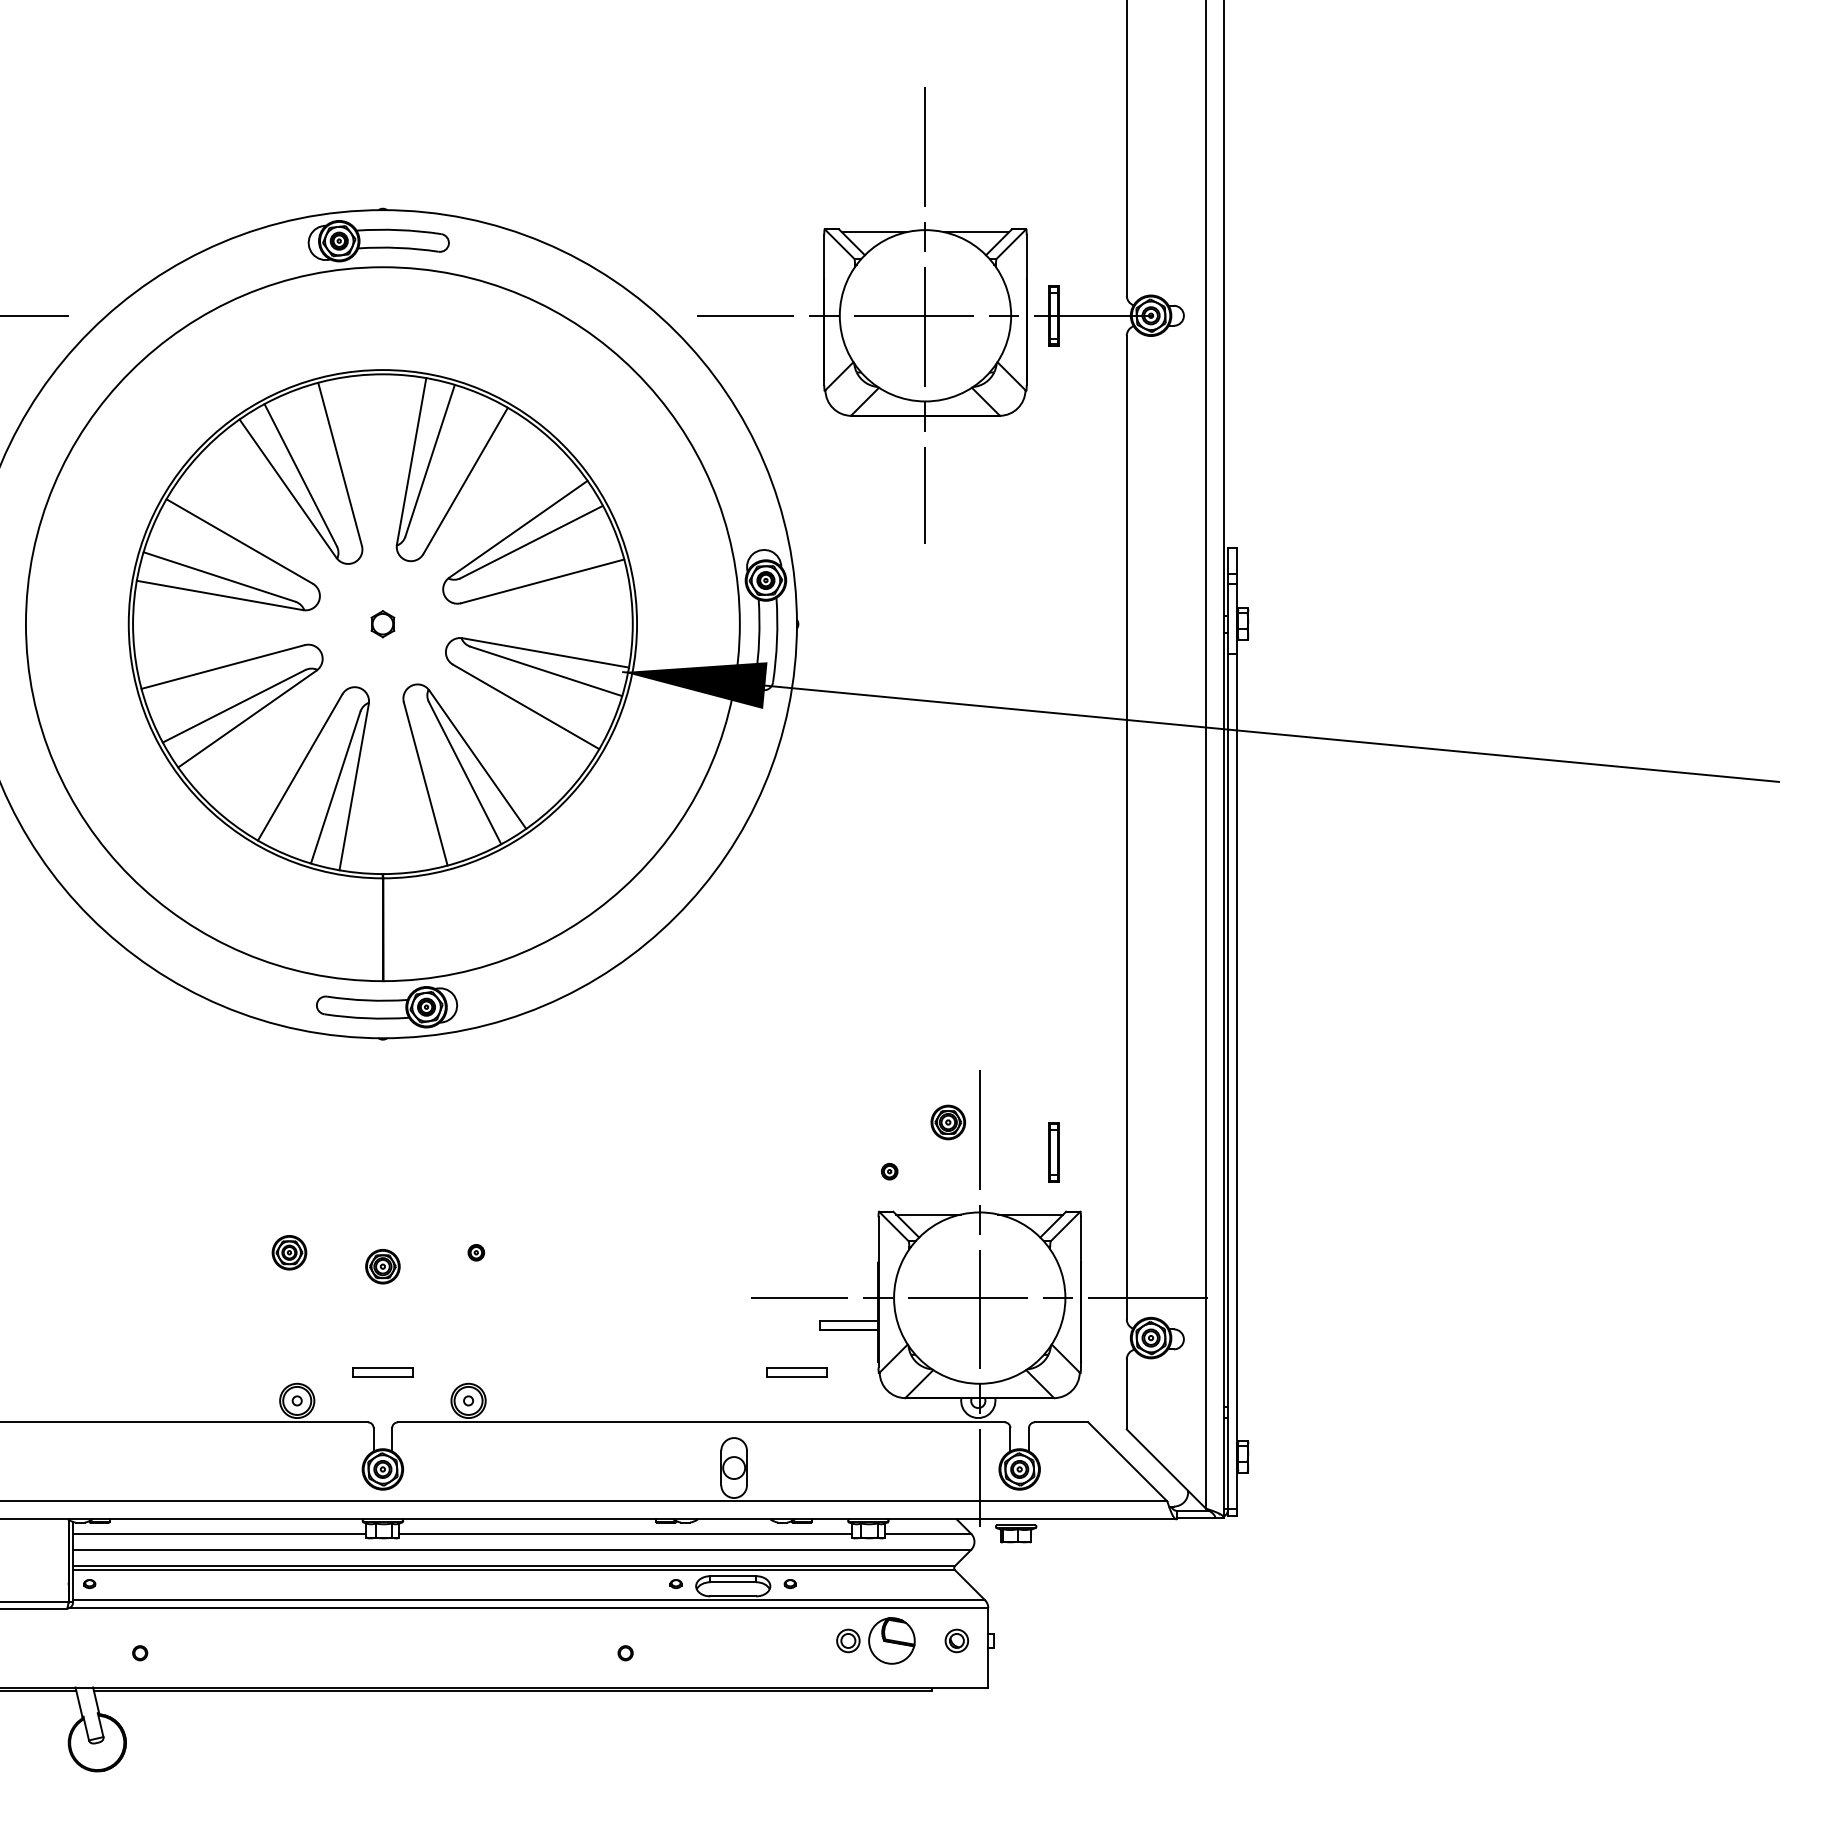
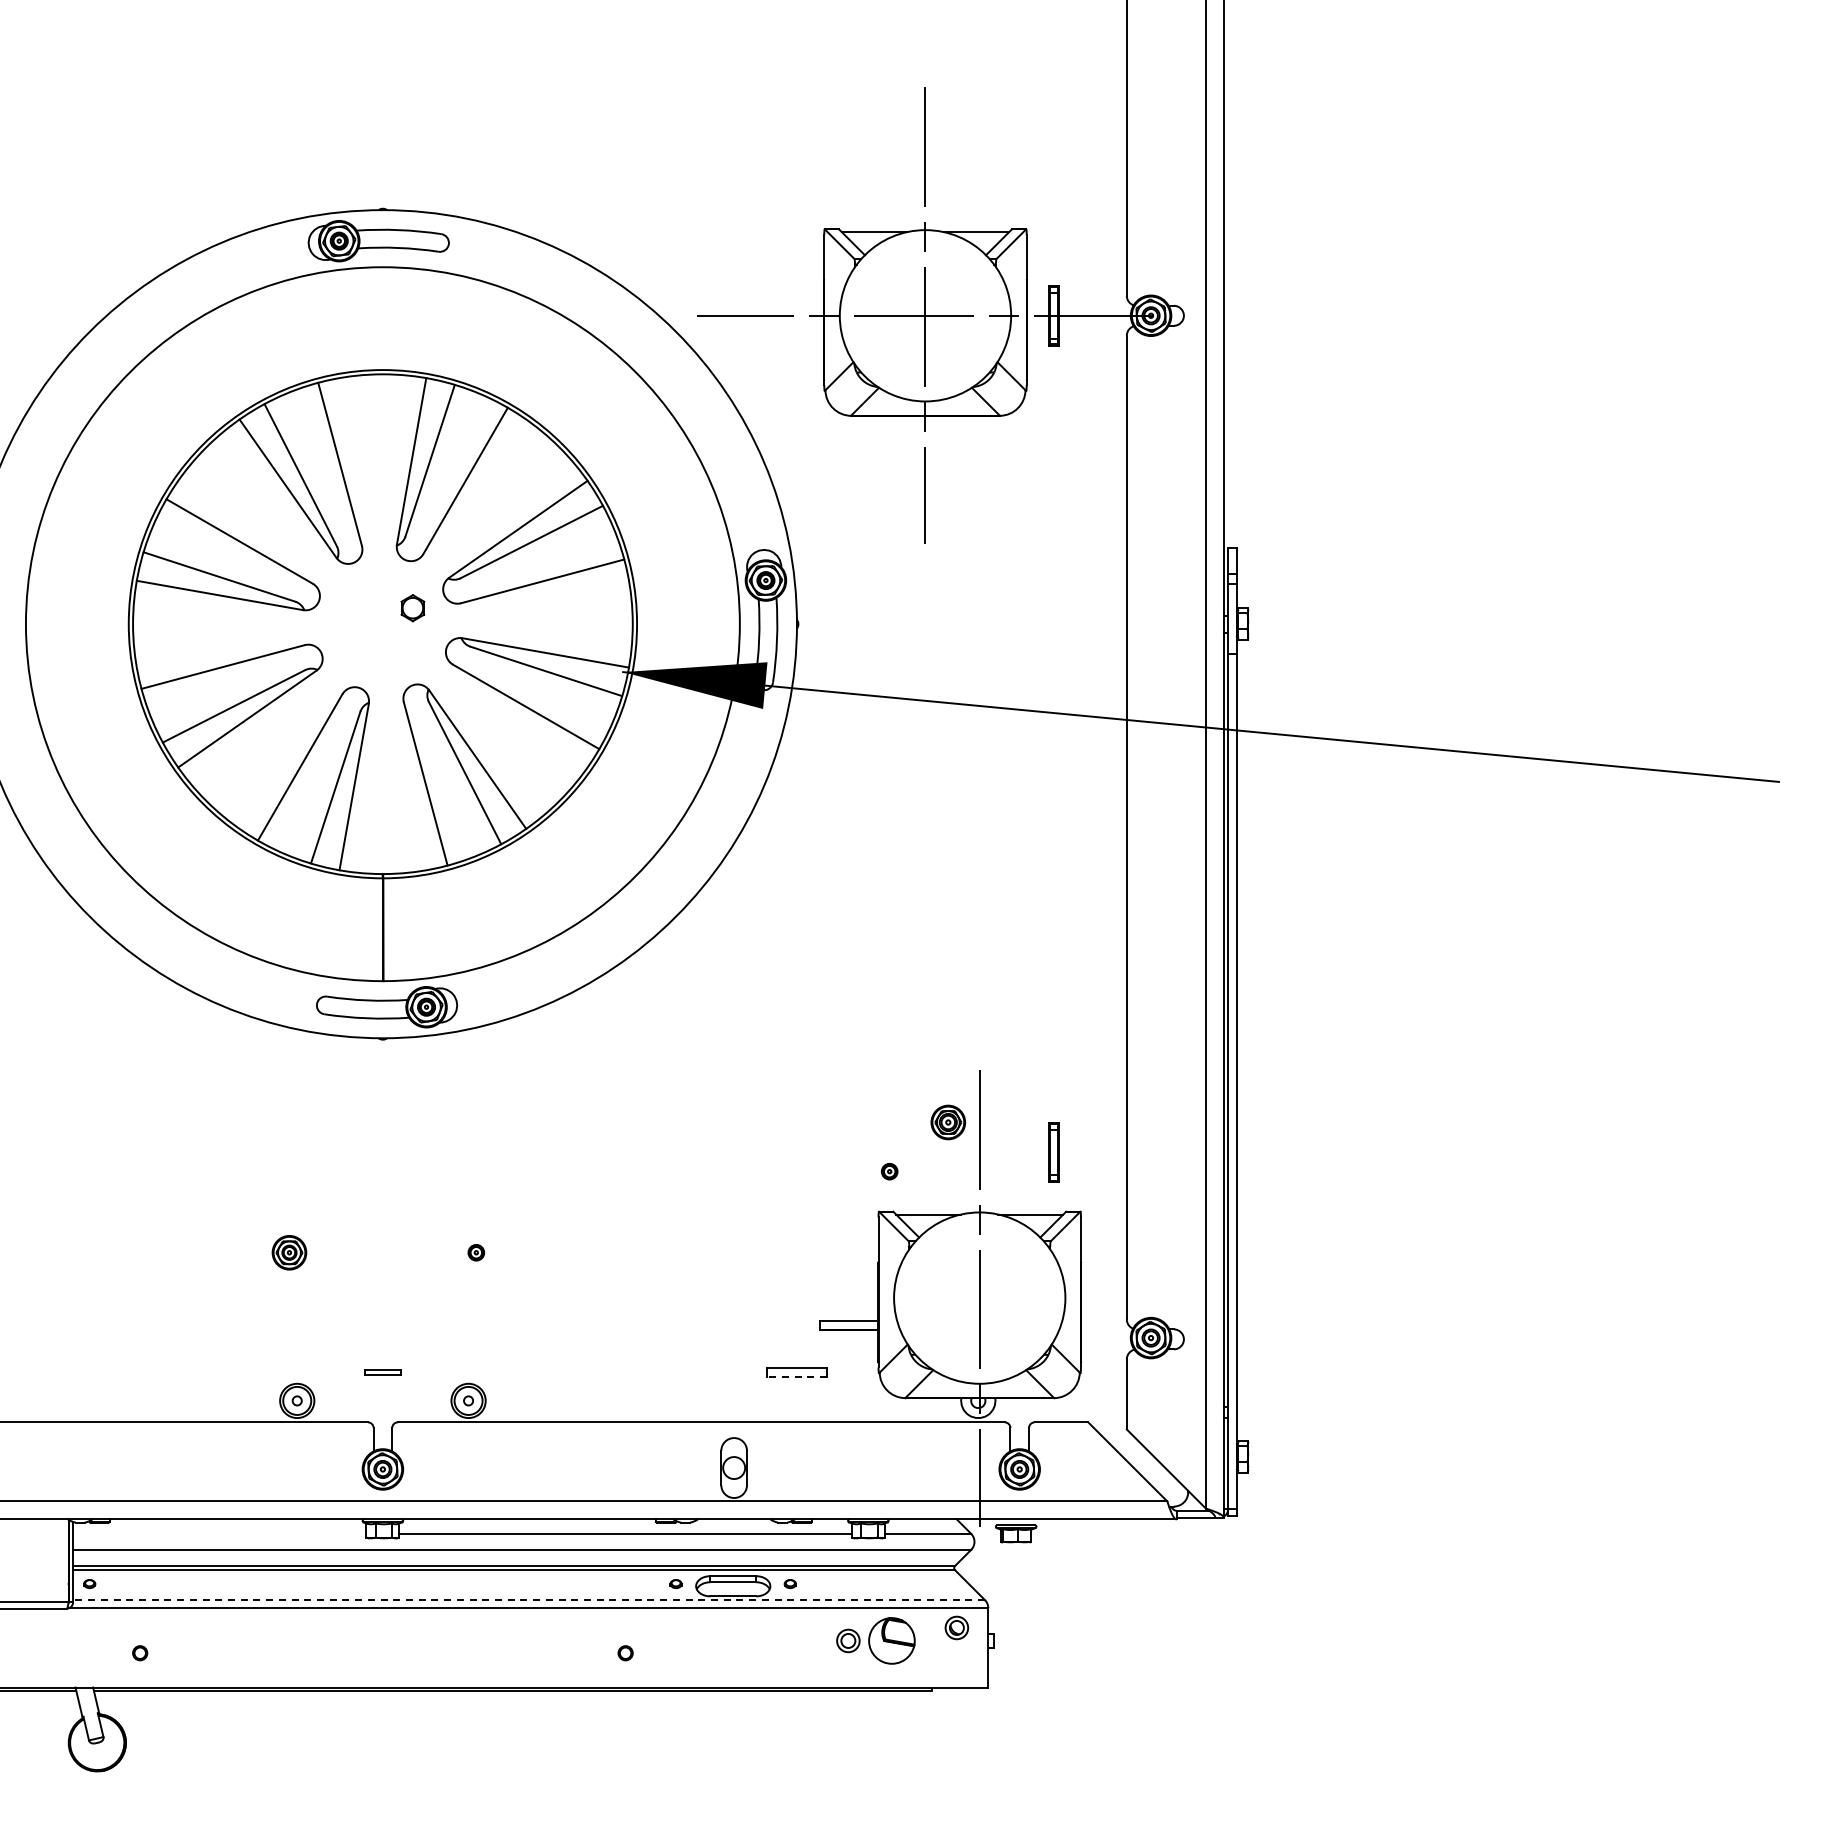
line at (35, 315): present -> none
part at (382, 624) position: (382, 624) -> (412, 608)
part at (382, 1266): present -> none
line at (979, 1298): present -> none
part at (382, 1372) size: 62x11 px -> 38x7 px
line at (796, 1376): solid -> dashed
line at (219, 1533): present -> none
line at (529, 1600): solid -> dashed
part at (956, 1640) position: (956, 1640) -> (956, 1627)
